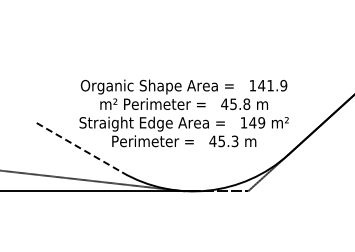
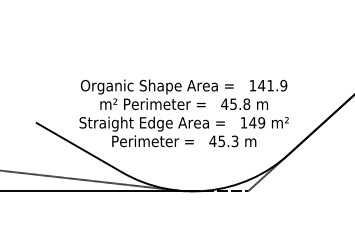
line at (79, 147): dashed -> solid
